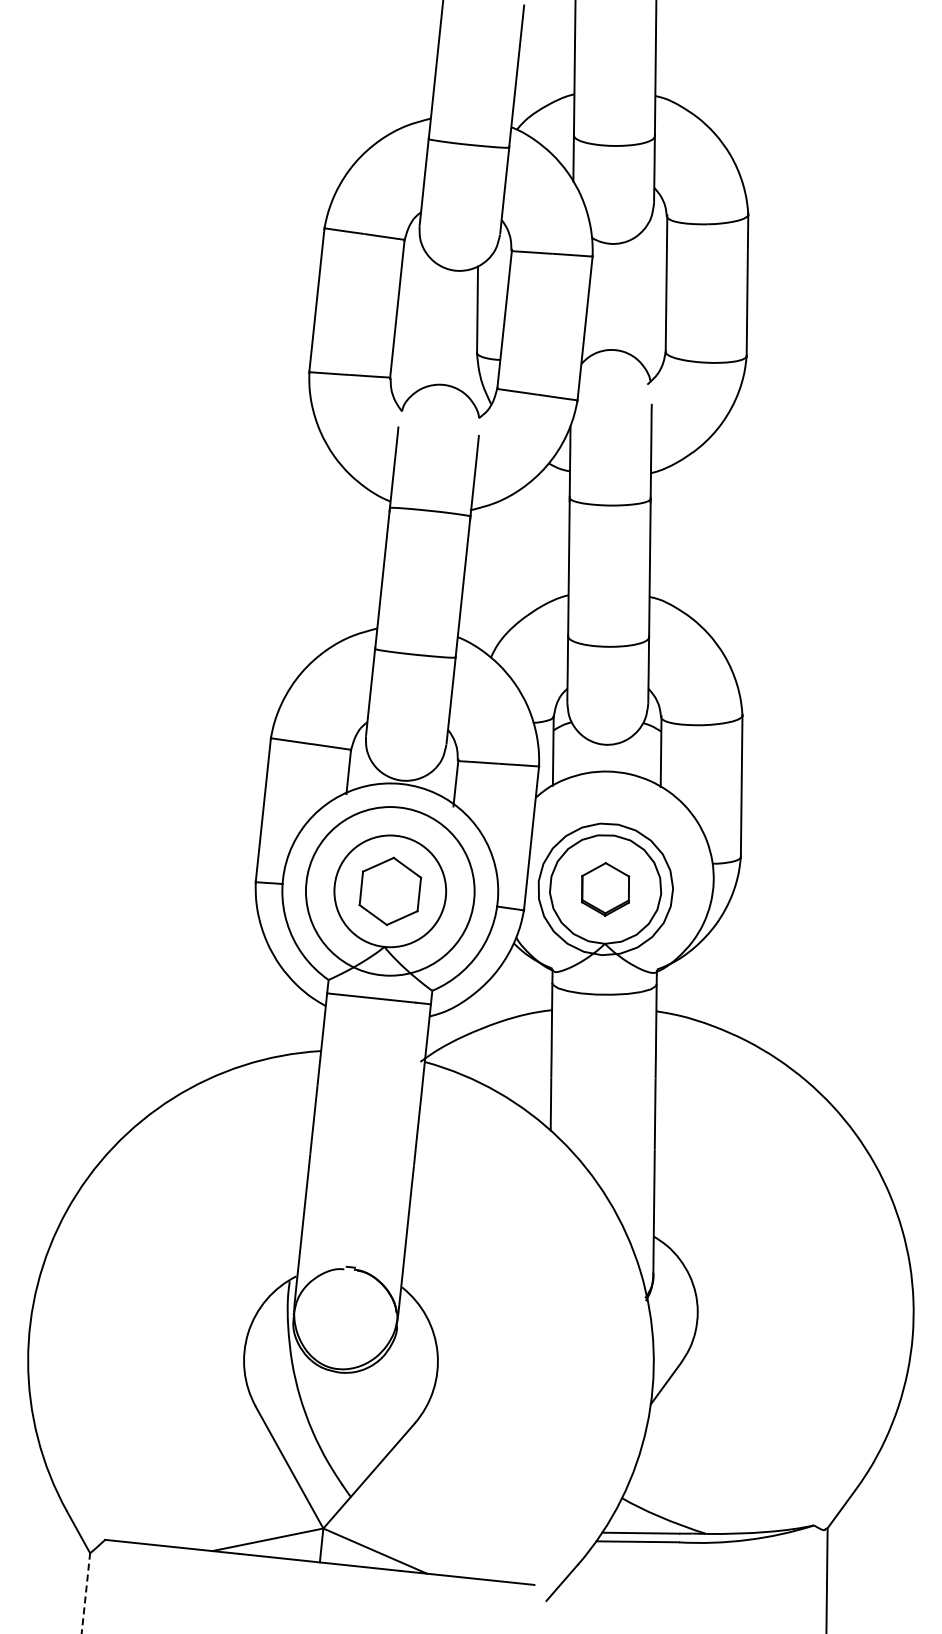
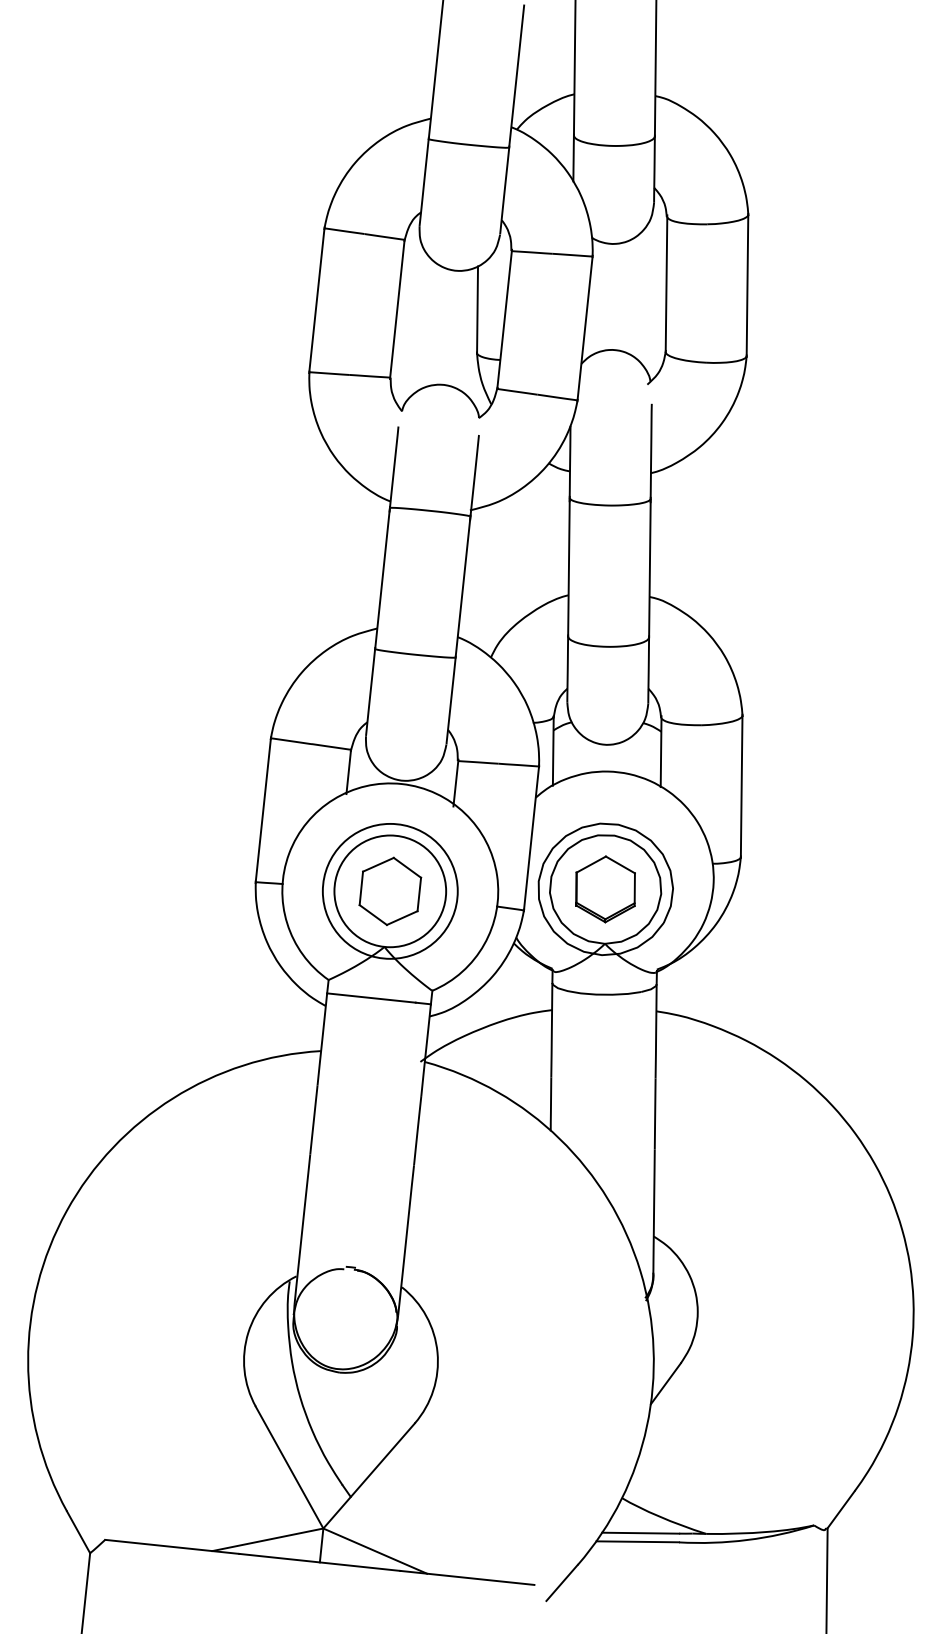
part at (605, 889) size: 50x55 px -> 61x69 px
circle at (389, 891) diameter: 169 px -> 135 px
line at (85, 1593): dashed -> solid
